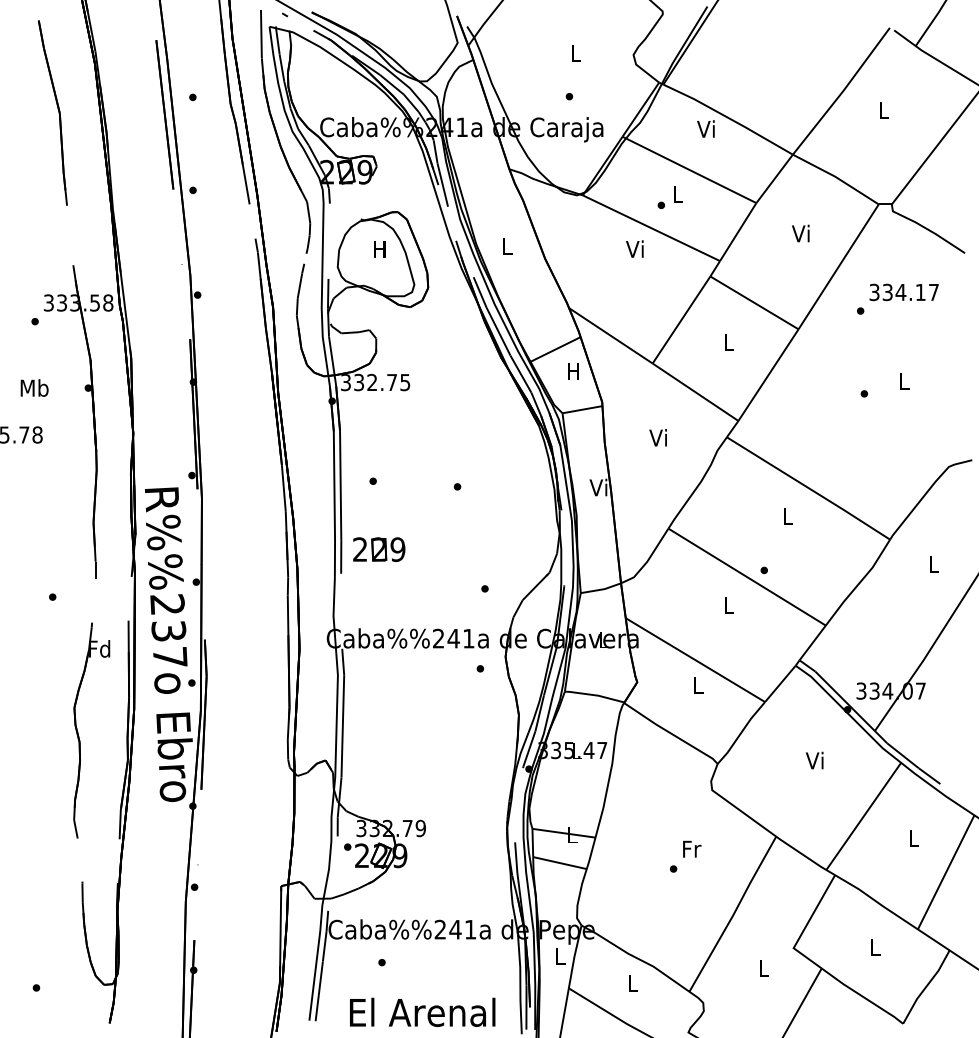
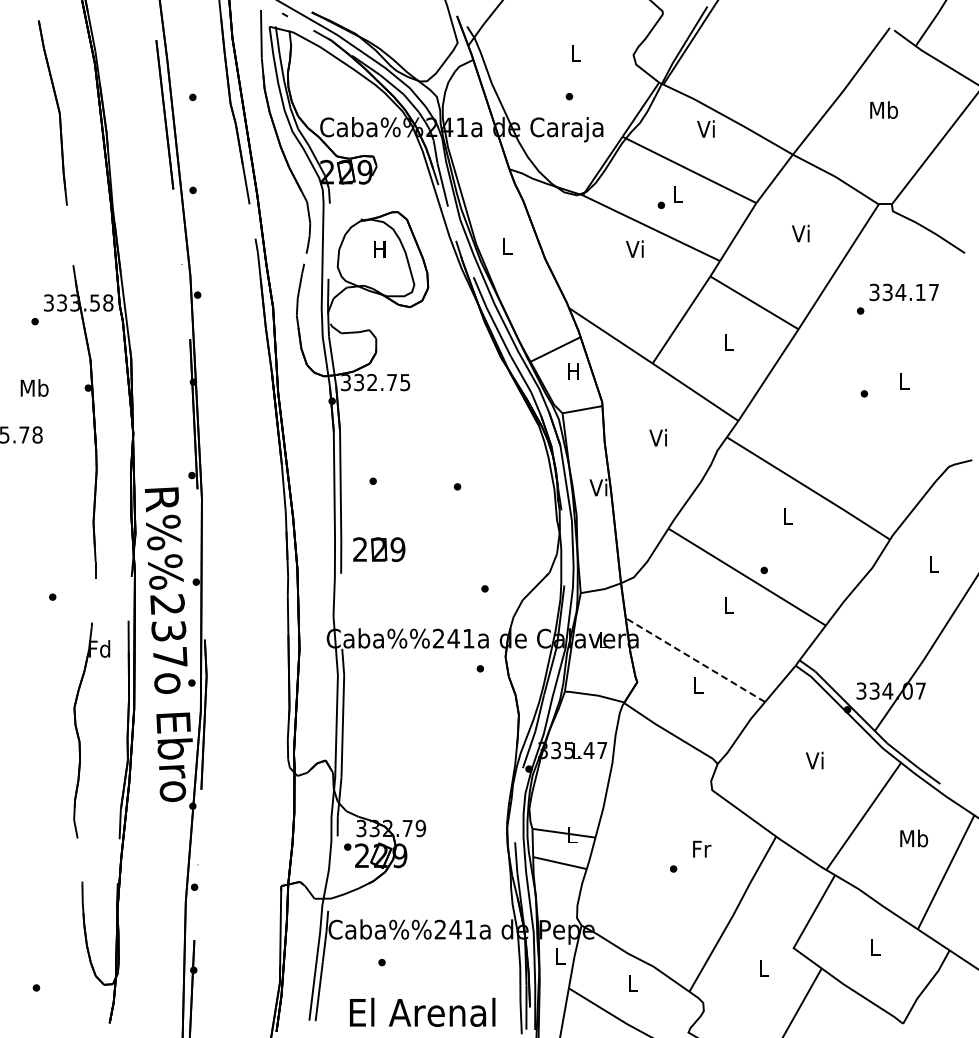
text at (884, 109): L -> Mb
line at (695, 659): solid -> dashed
text at (914, 838): L -> Mb
text at (692, 848) position: (692, 848) -> (702, 848)
